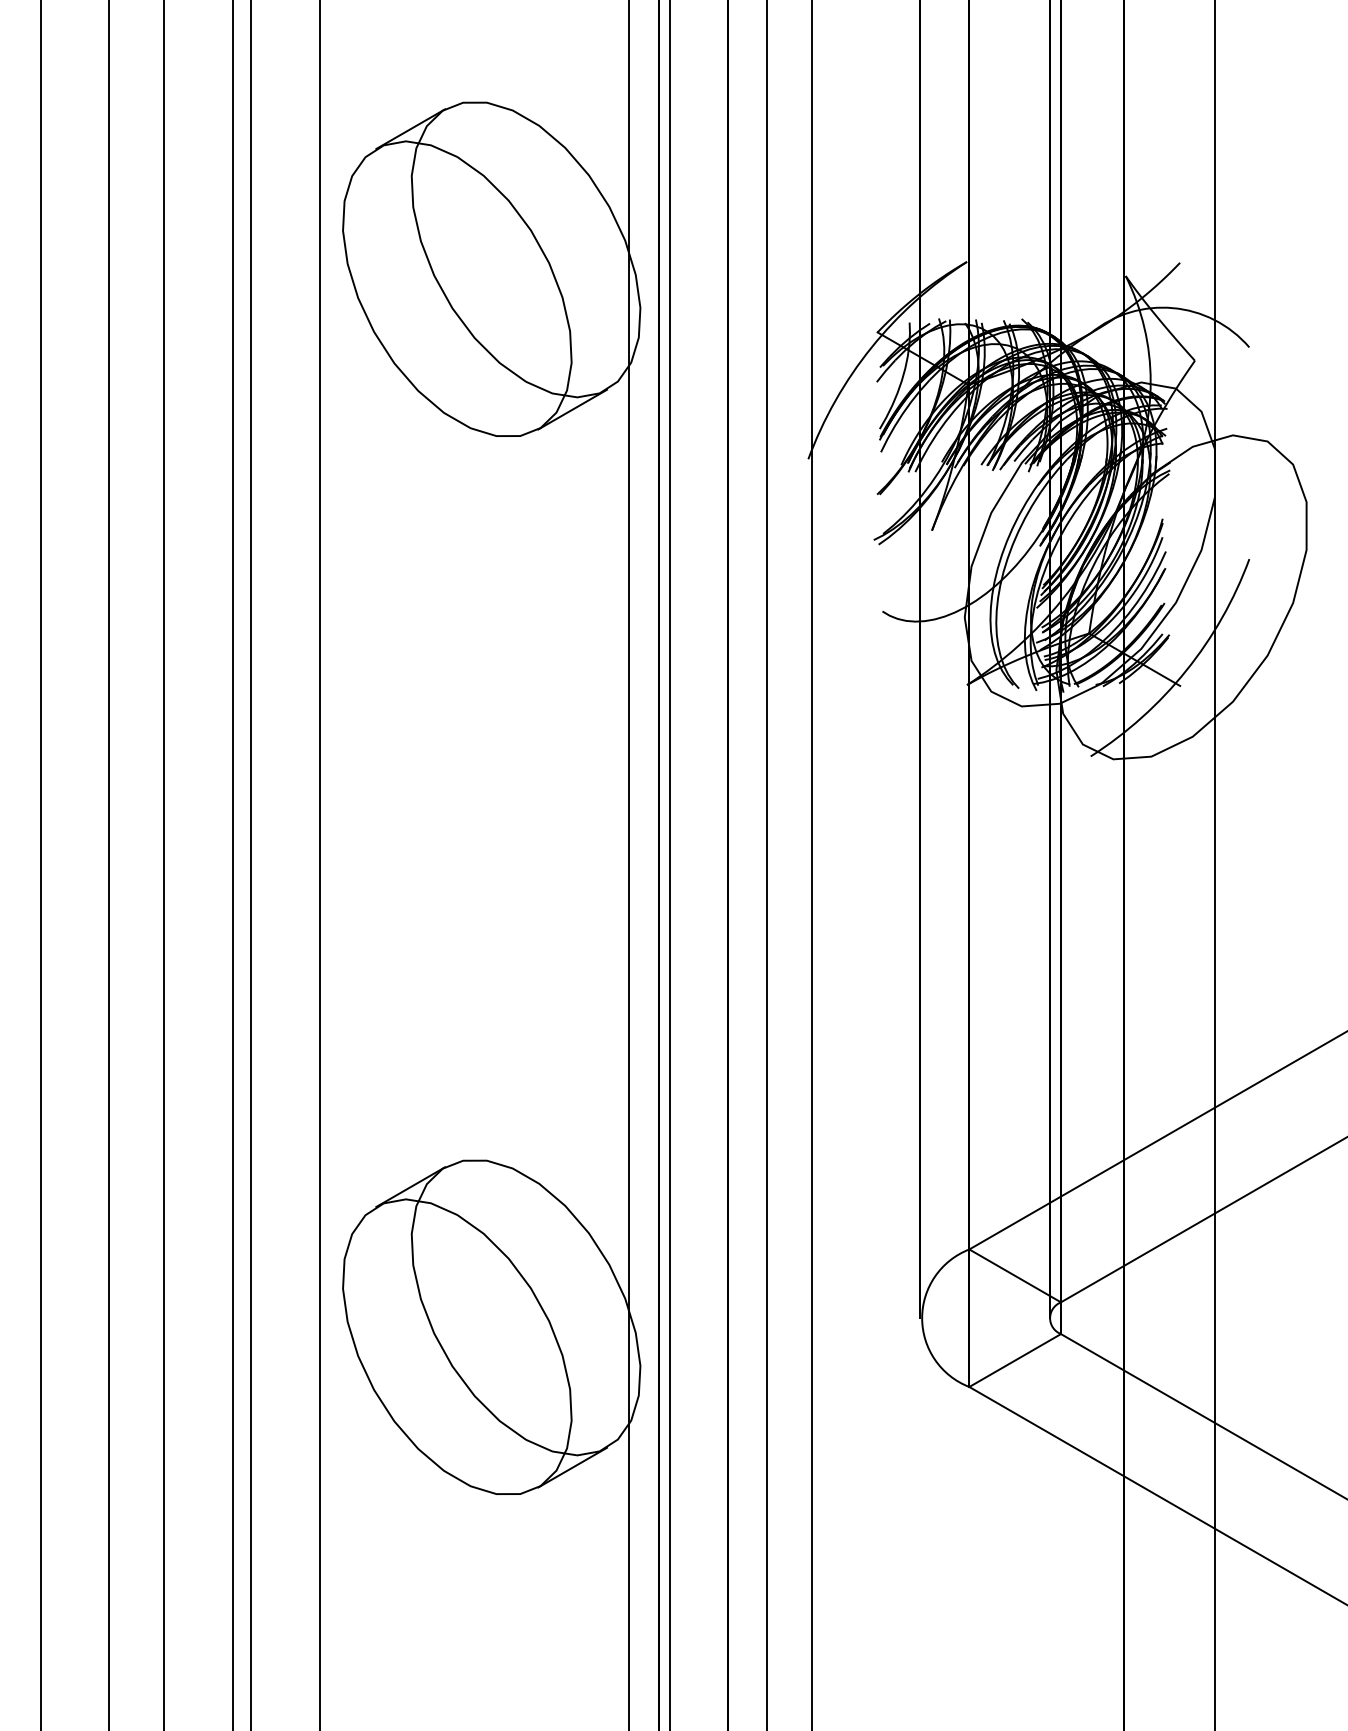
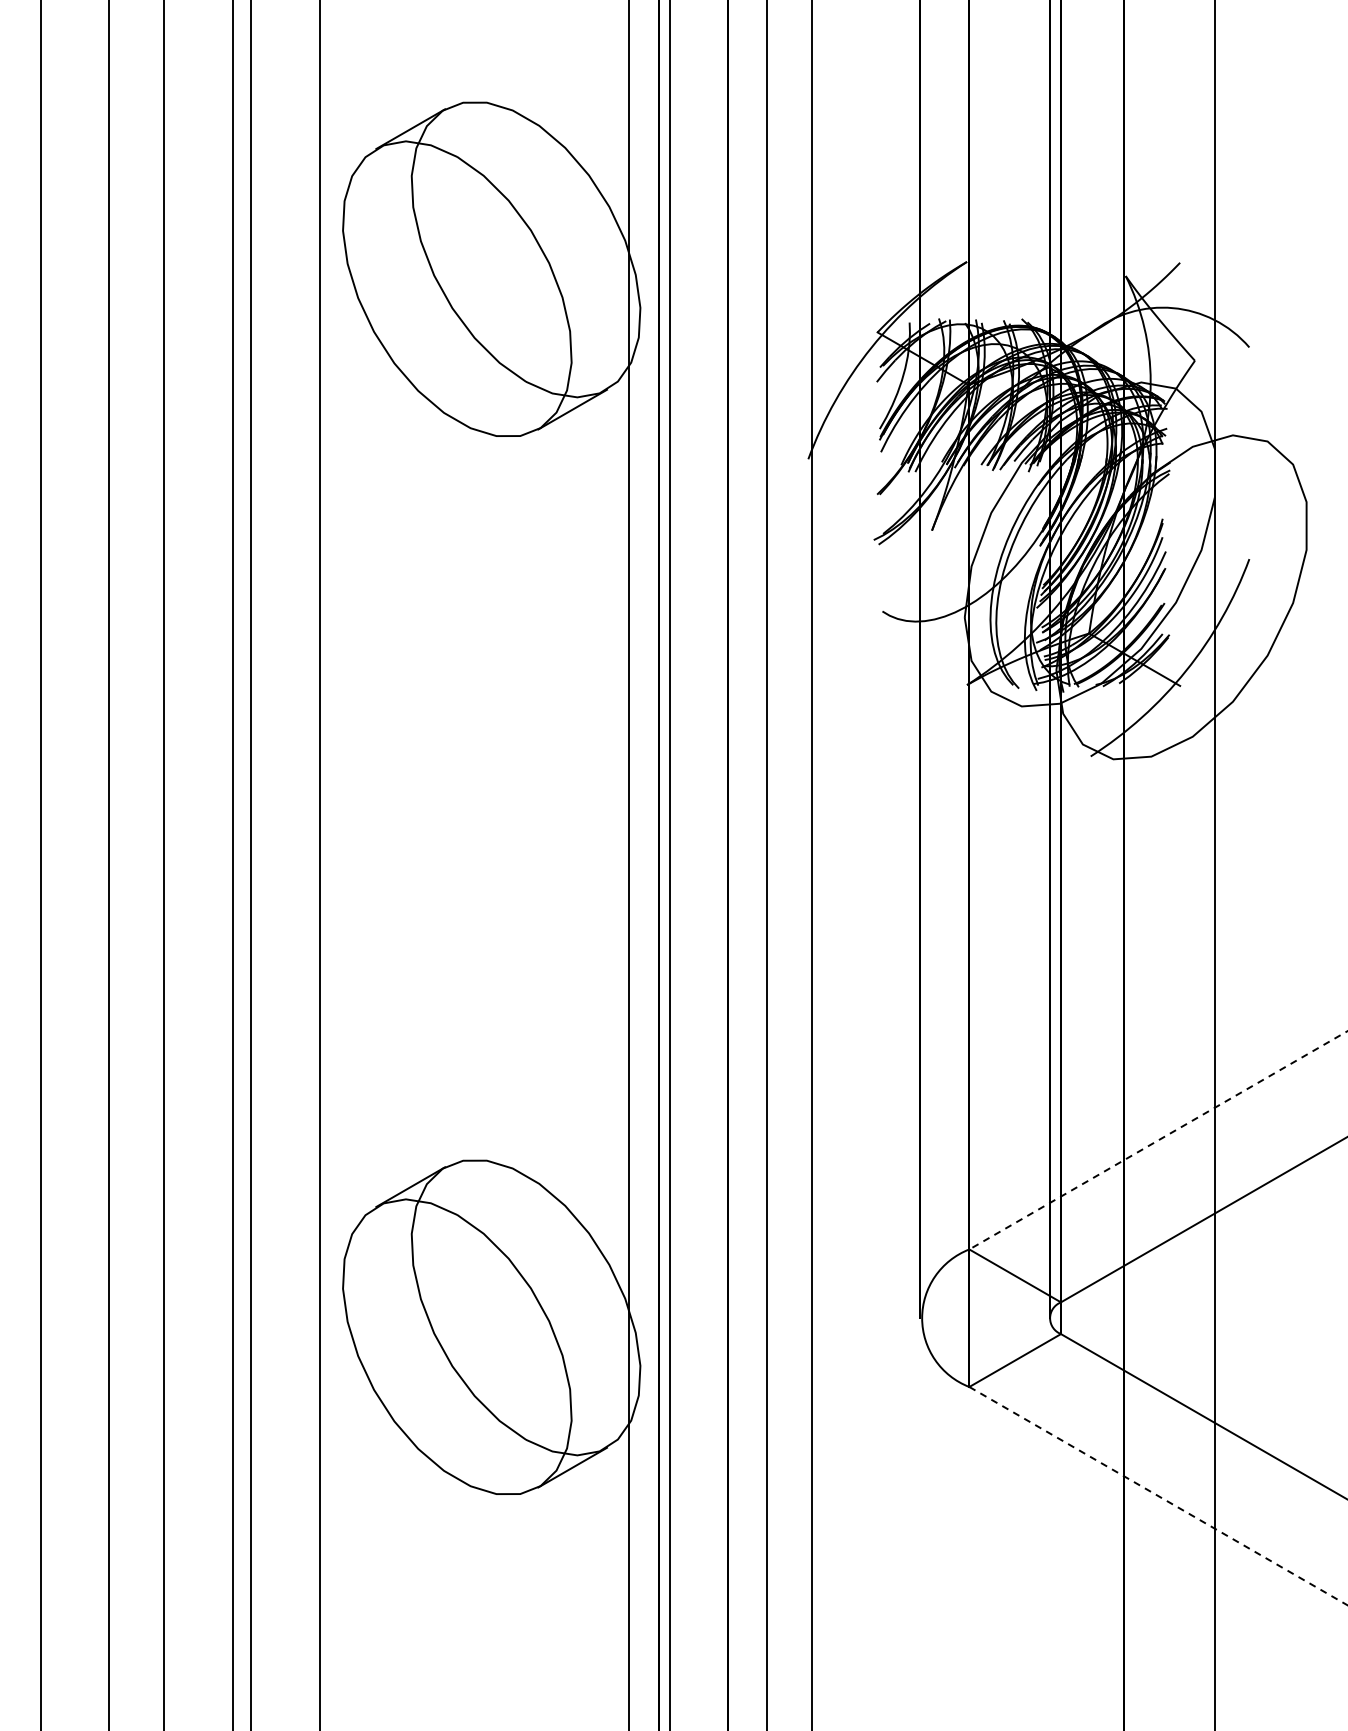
line at (1158, 1140): solid -> dashed
line at (1158, 1496): solid -> dashed
